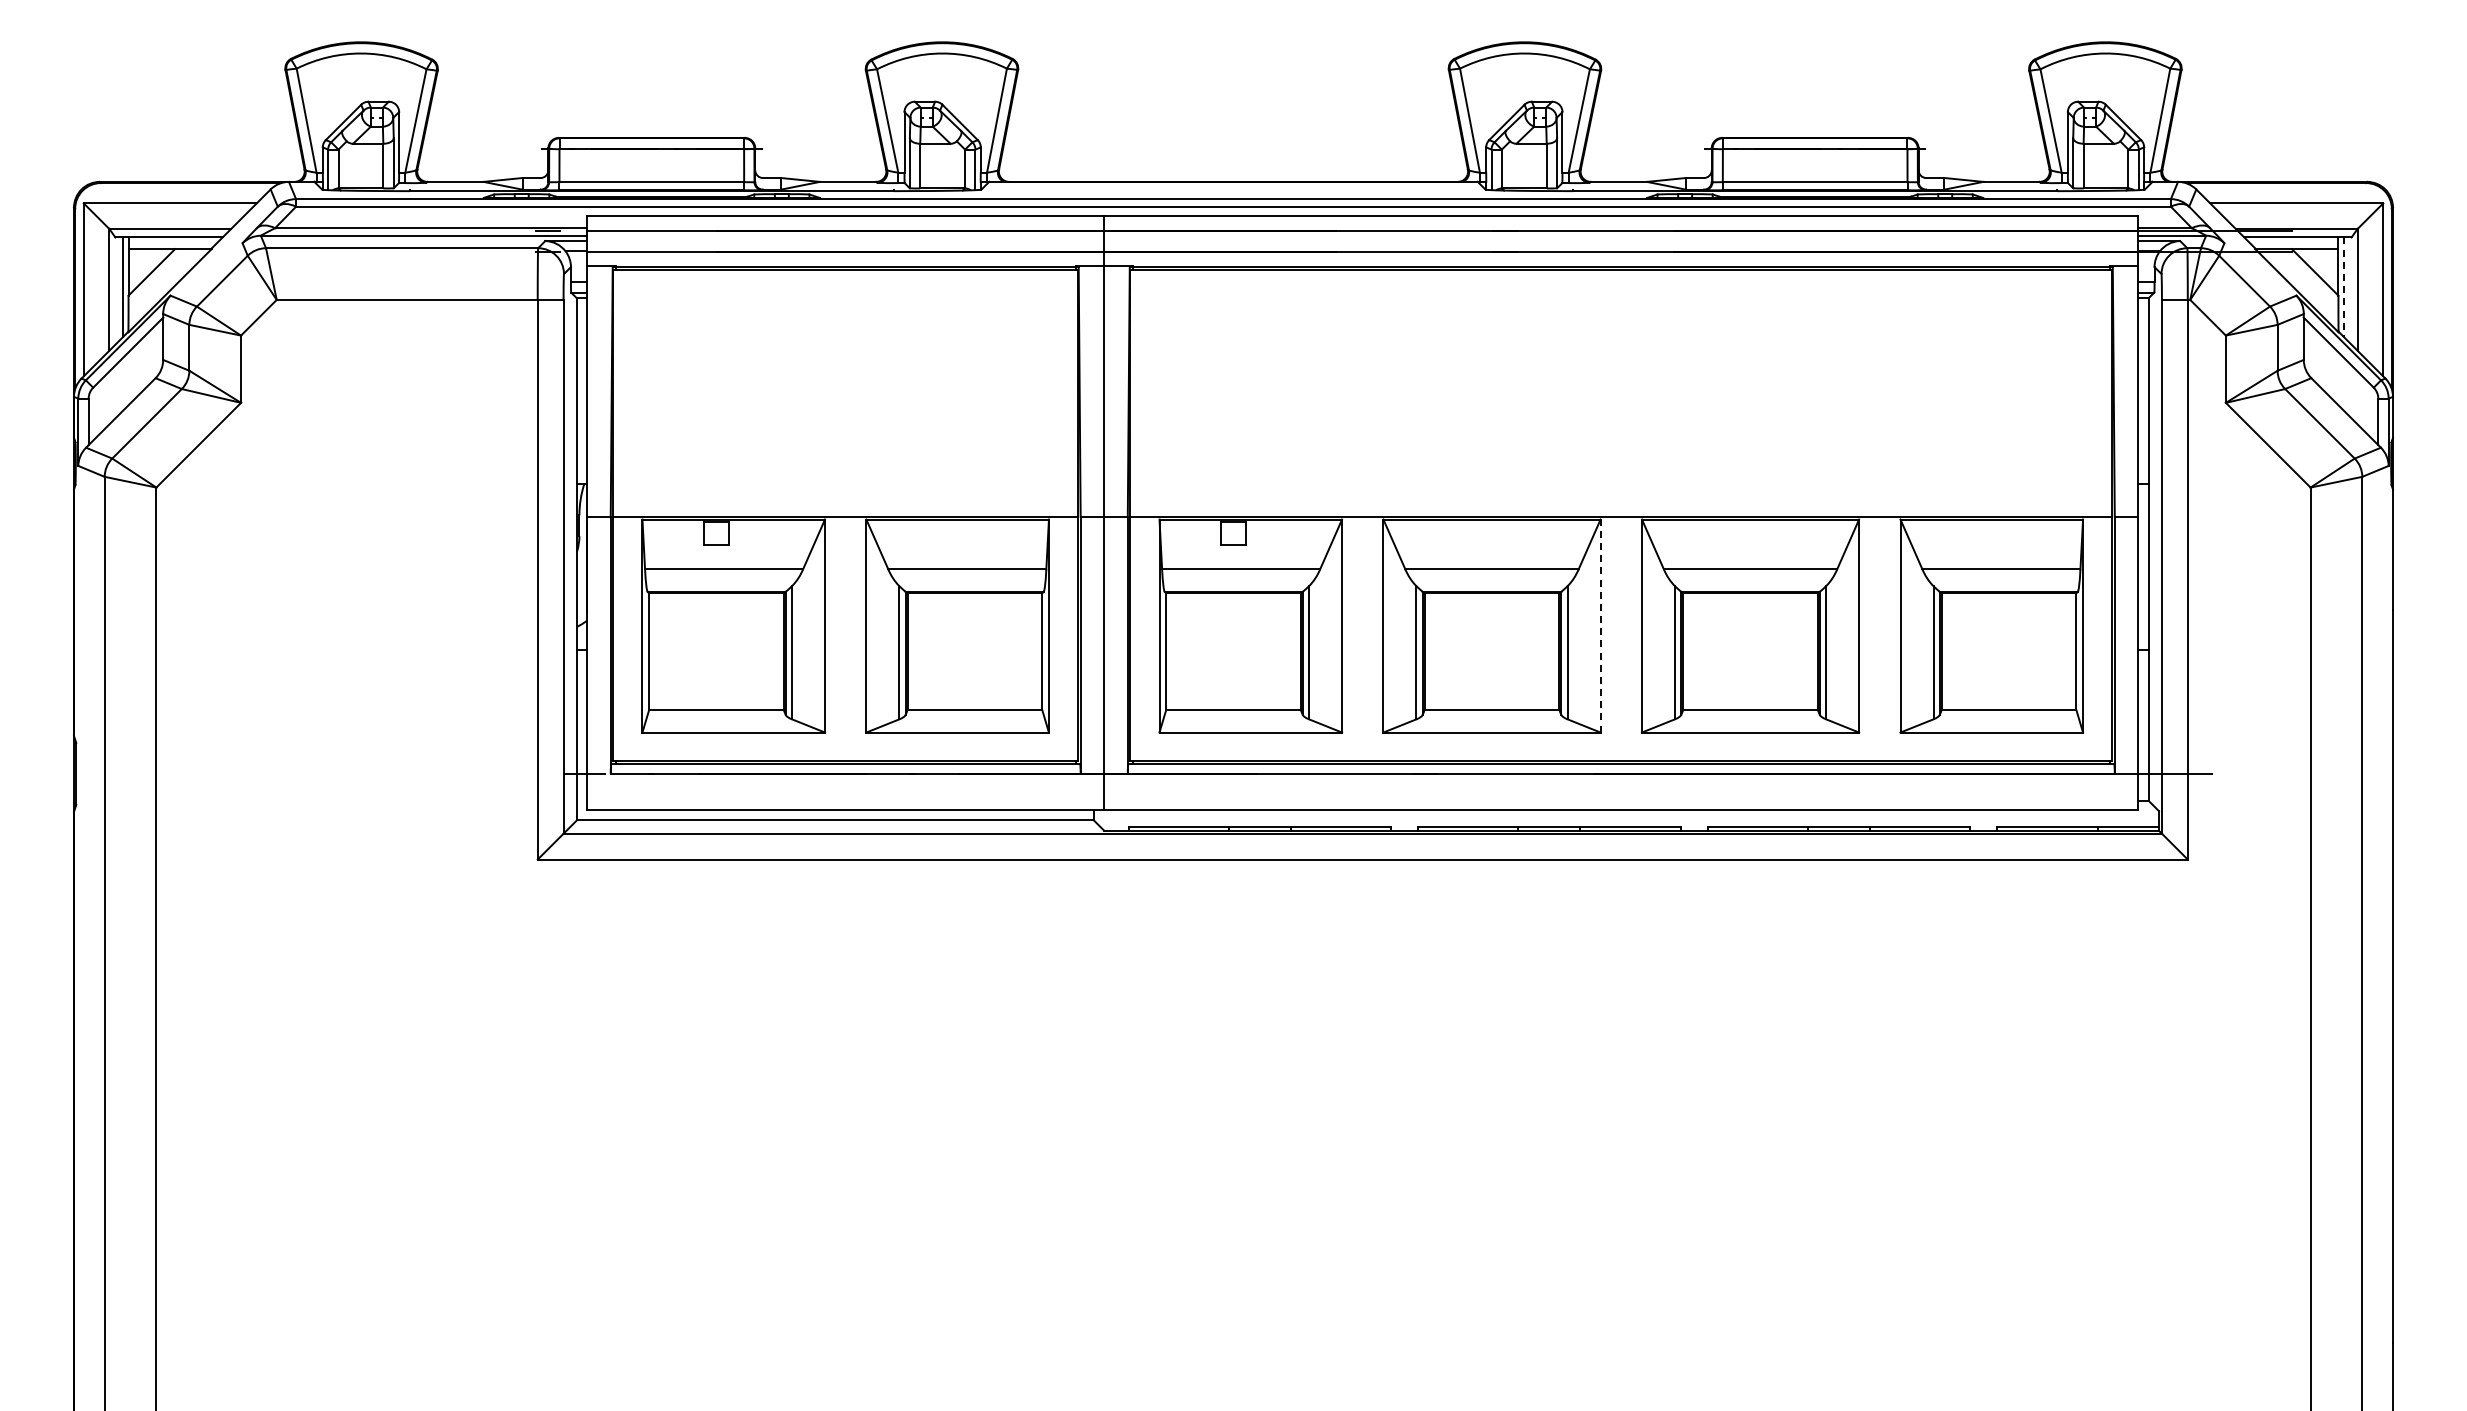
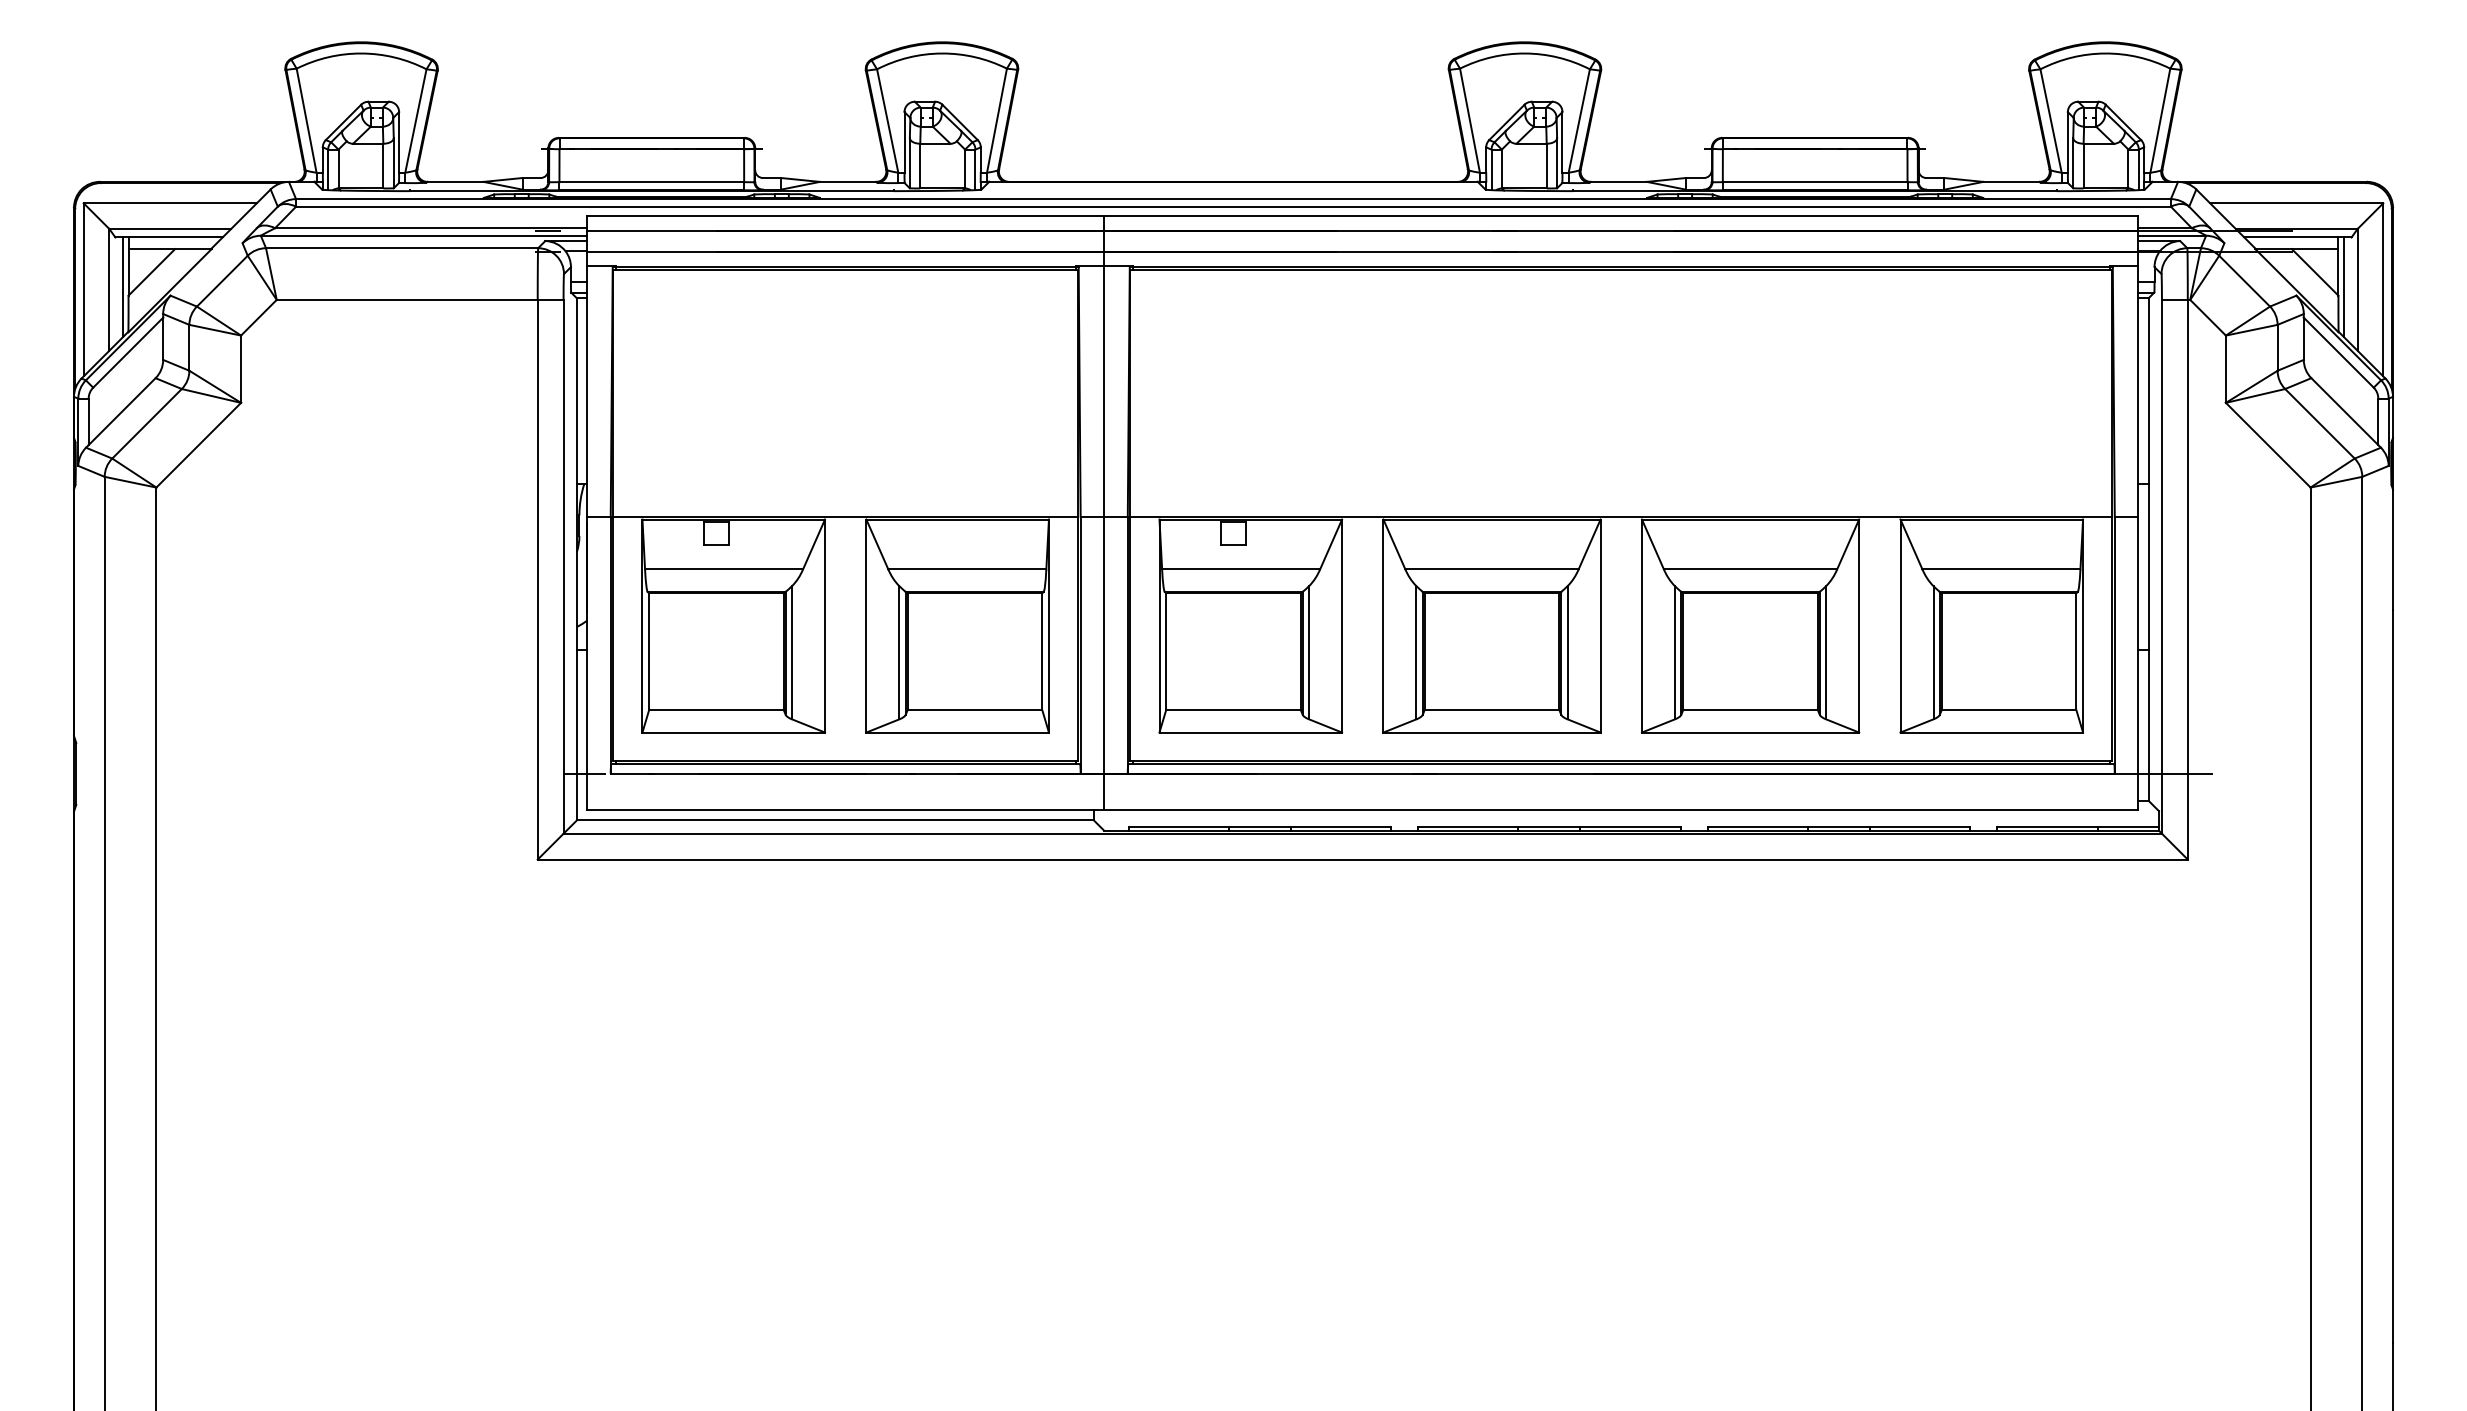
line at (2343, 287): dashed -> solid
line at (1600, 626): dashed -> solid
